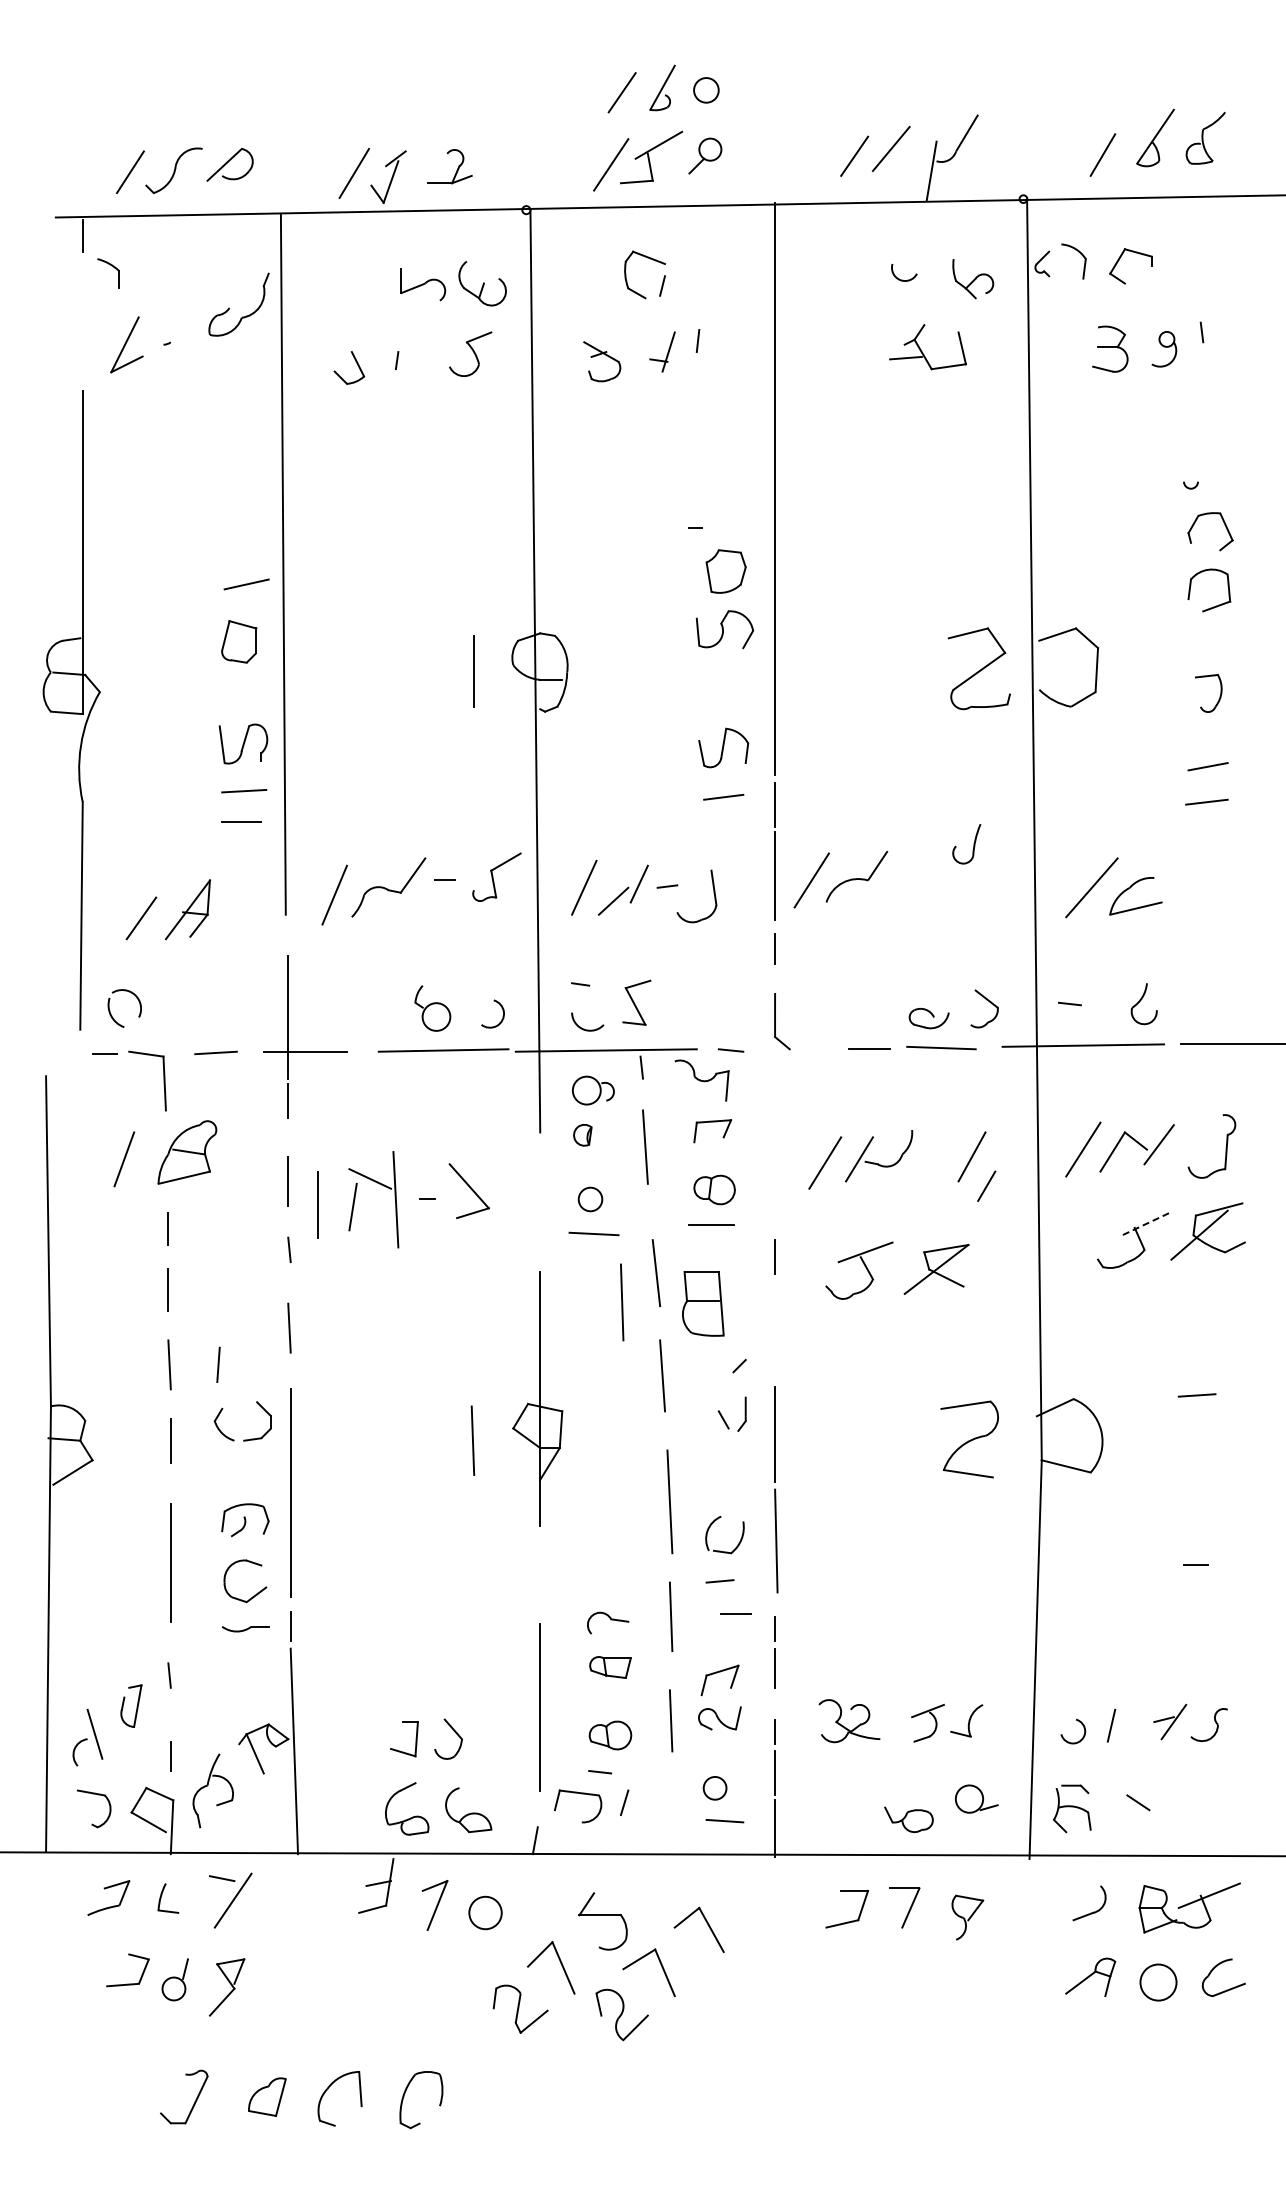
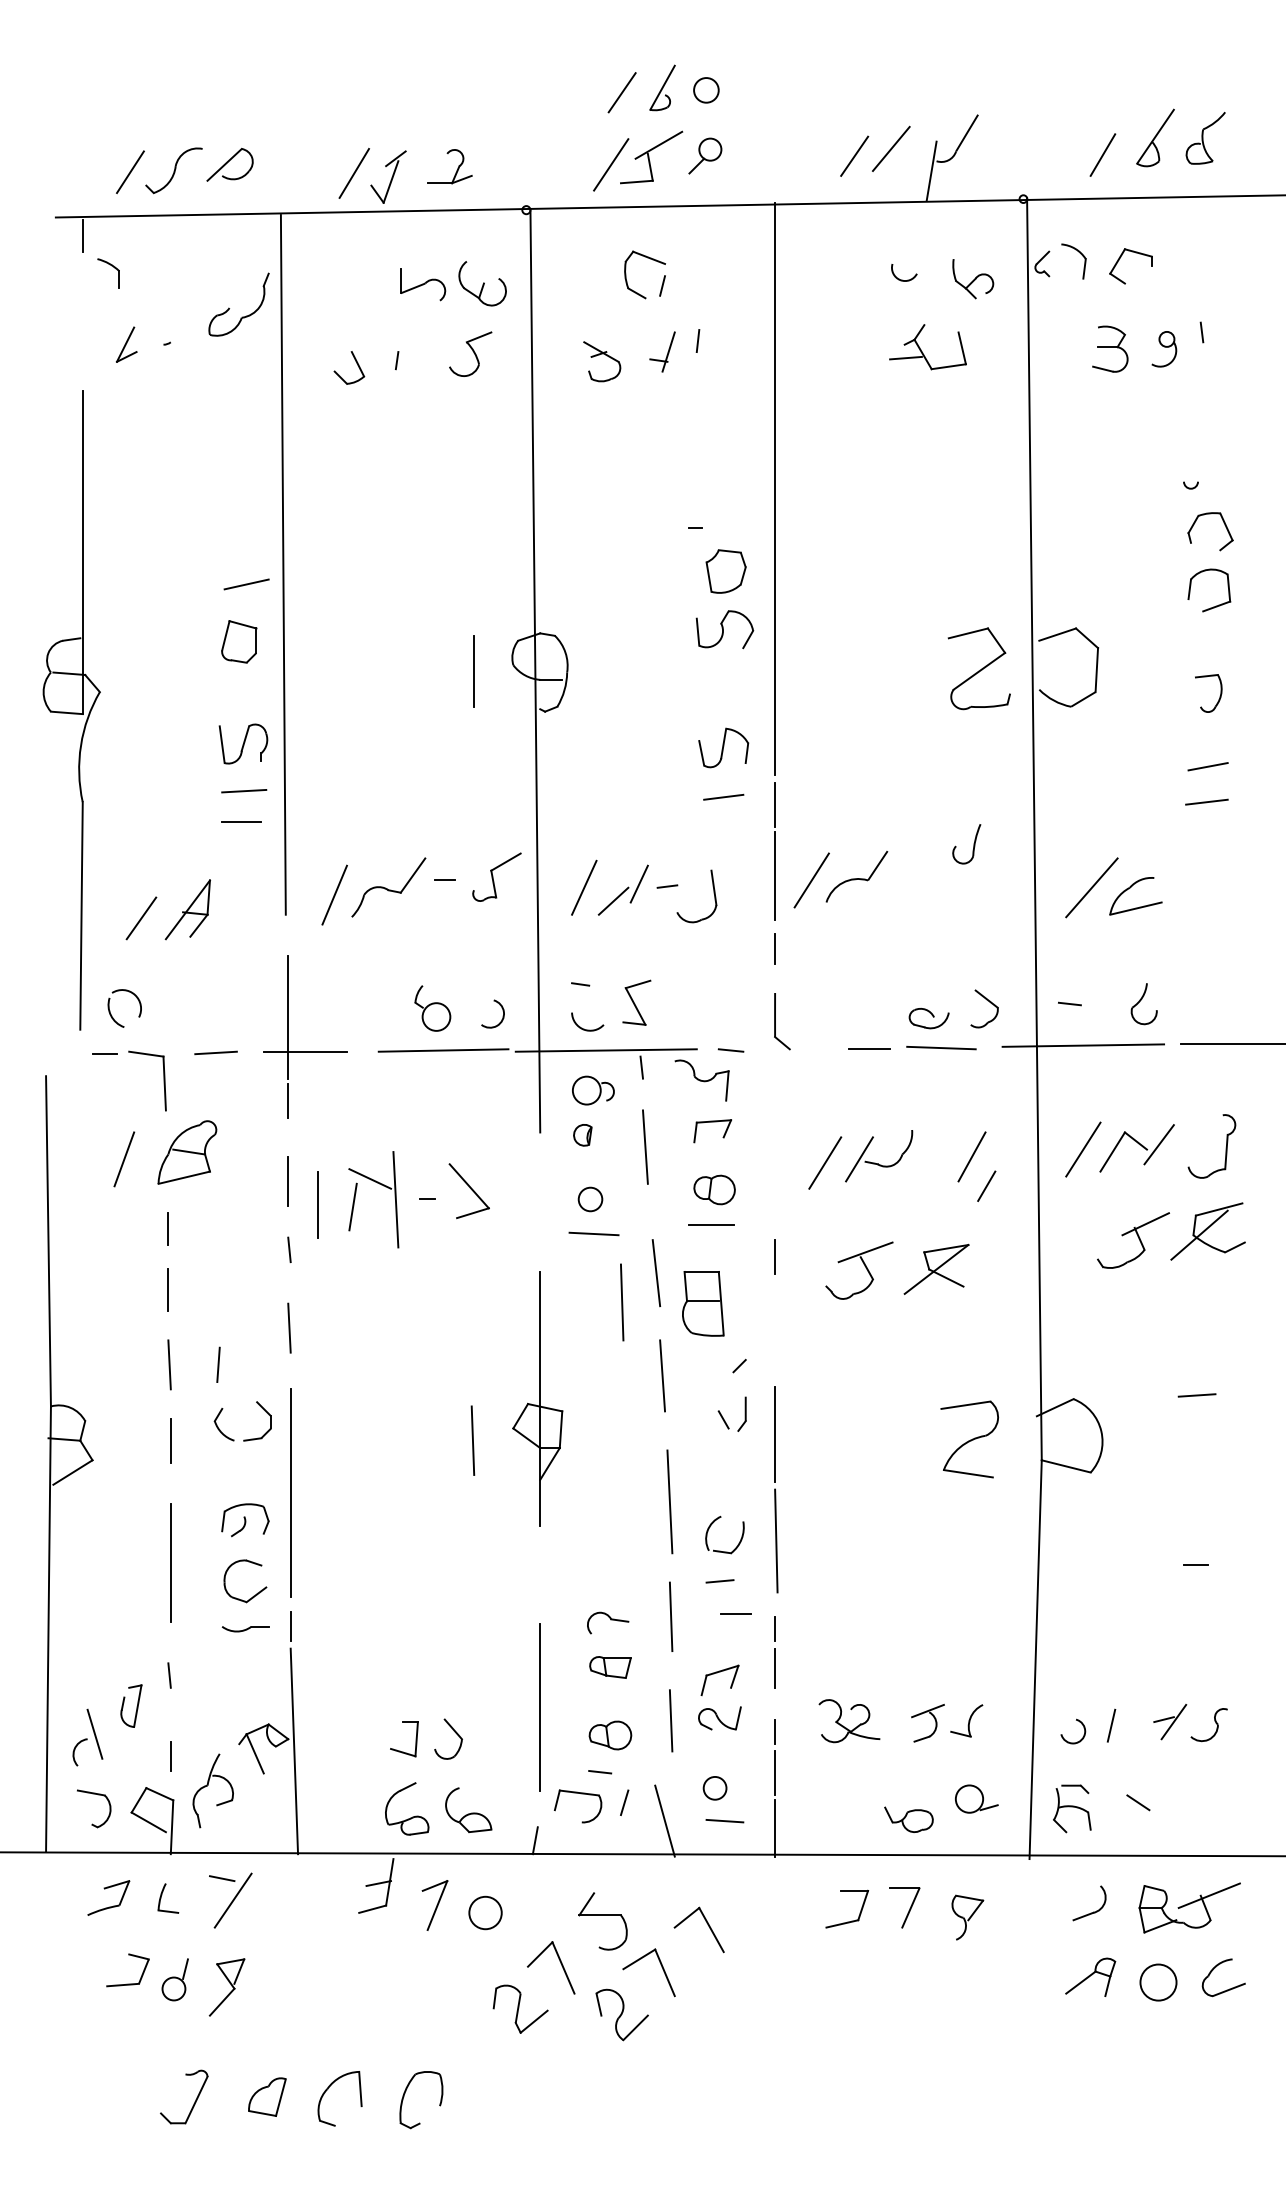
part at (126, 344) size: 34x58 px -> 23x37 px
line at (1145, 1224): dashed -> solid
line at (664, 1820): none -> present
